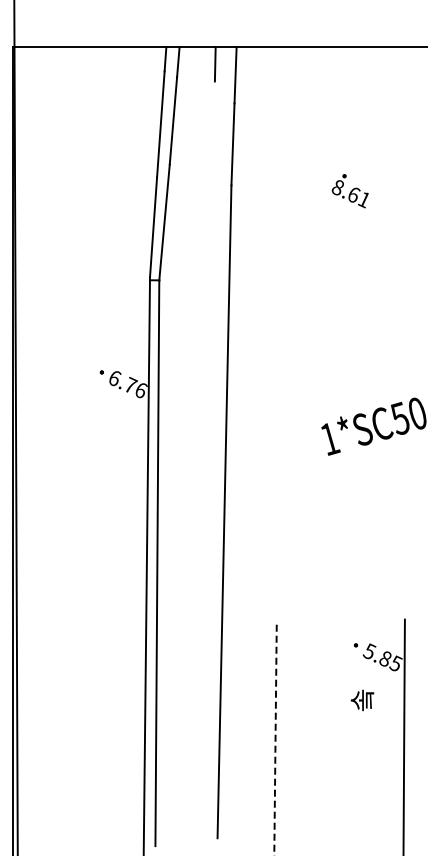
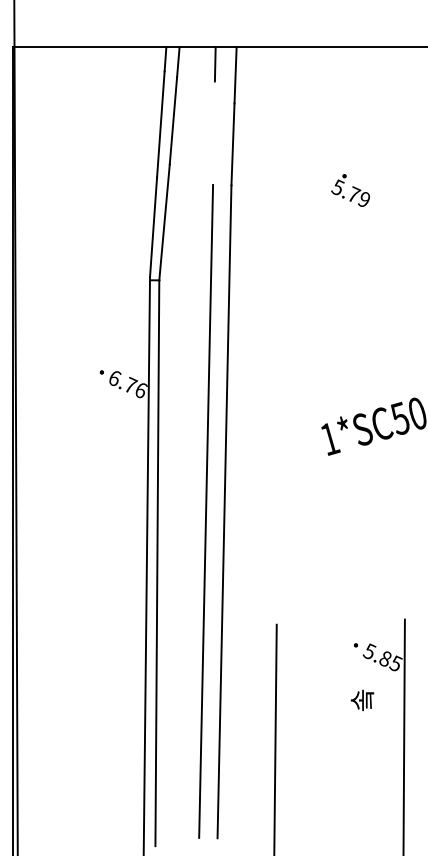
text at (350, 193): 8.61 -> 5.79
line at (206, 510): none -> present
line at (275, 740): dashed -> solid
